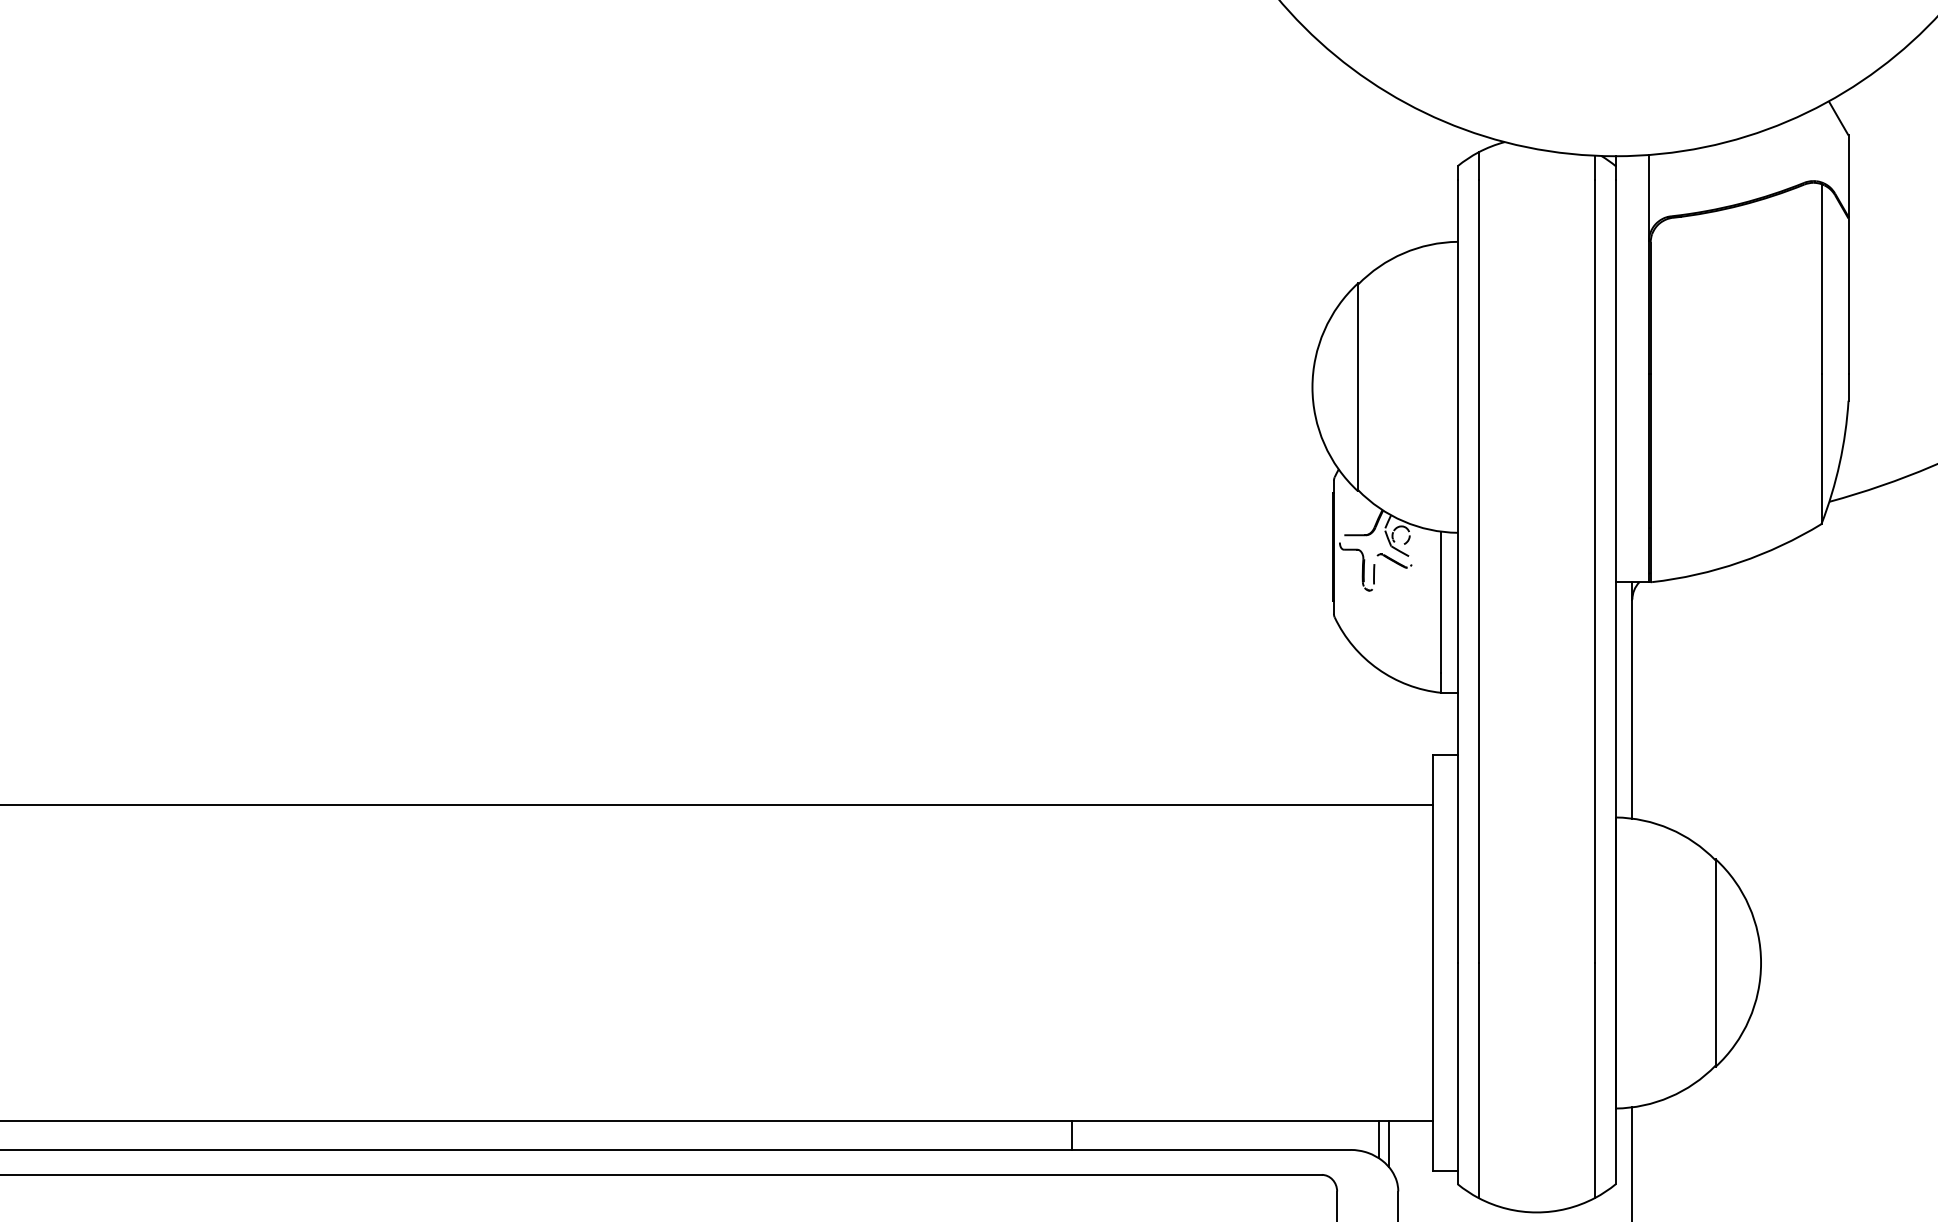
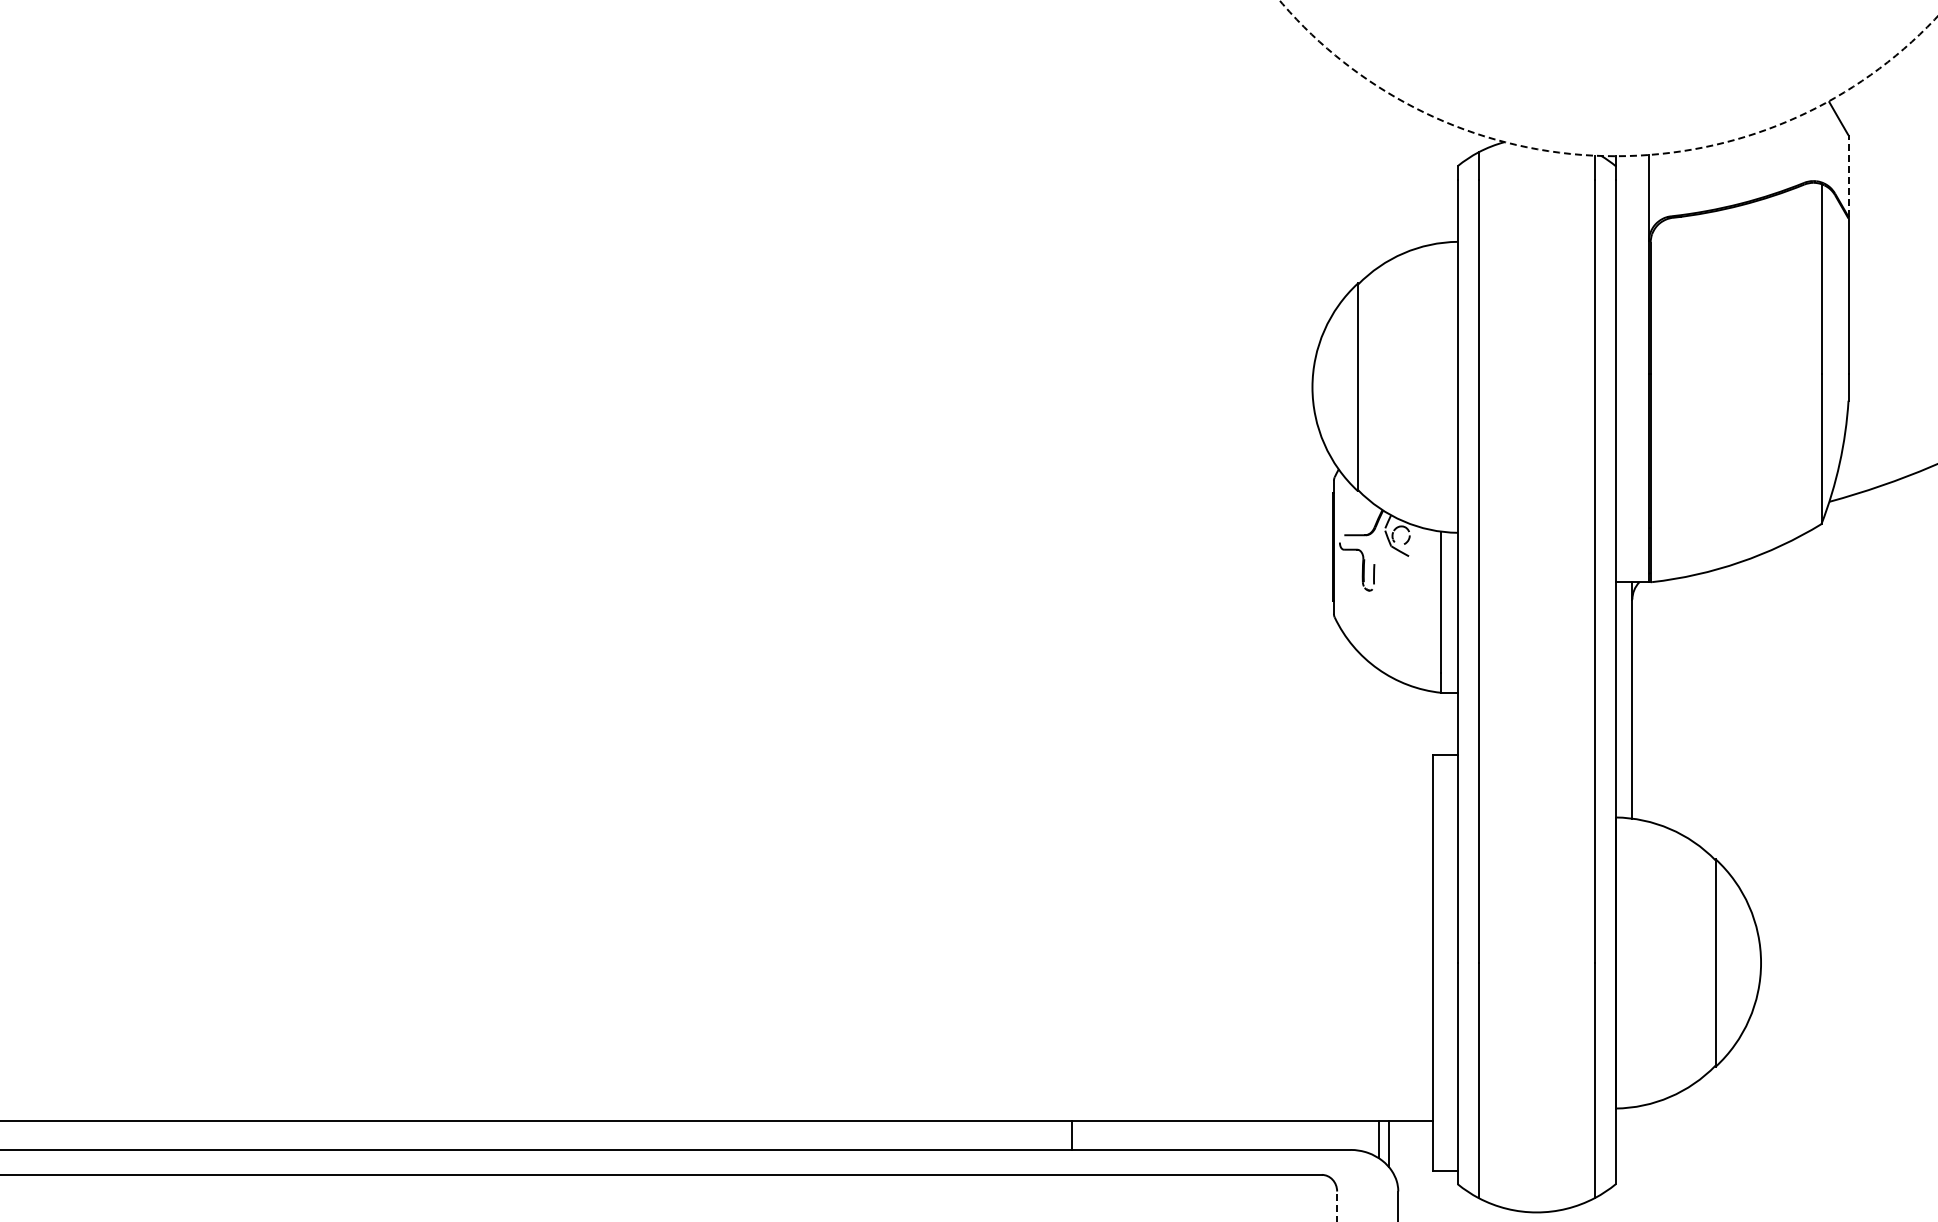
circle at (1608, 78): solid -> dashed
line at (1848, 176): solid -> dashed
part at (1394, 560): present -> none
line at (717, 805): present -> none
line at (1632, 1162): present -> none
line at (1337, 1206): solid -> dashed
